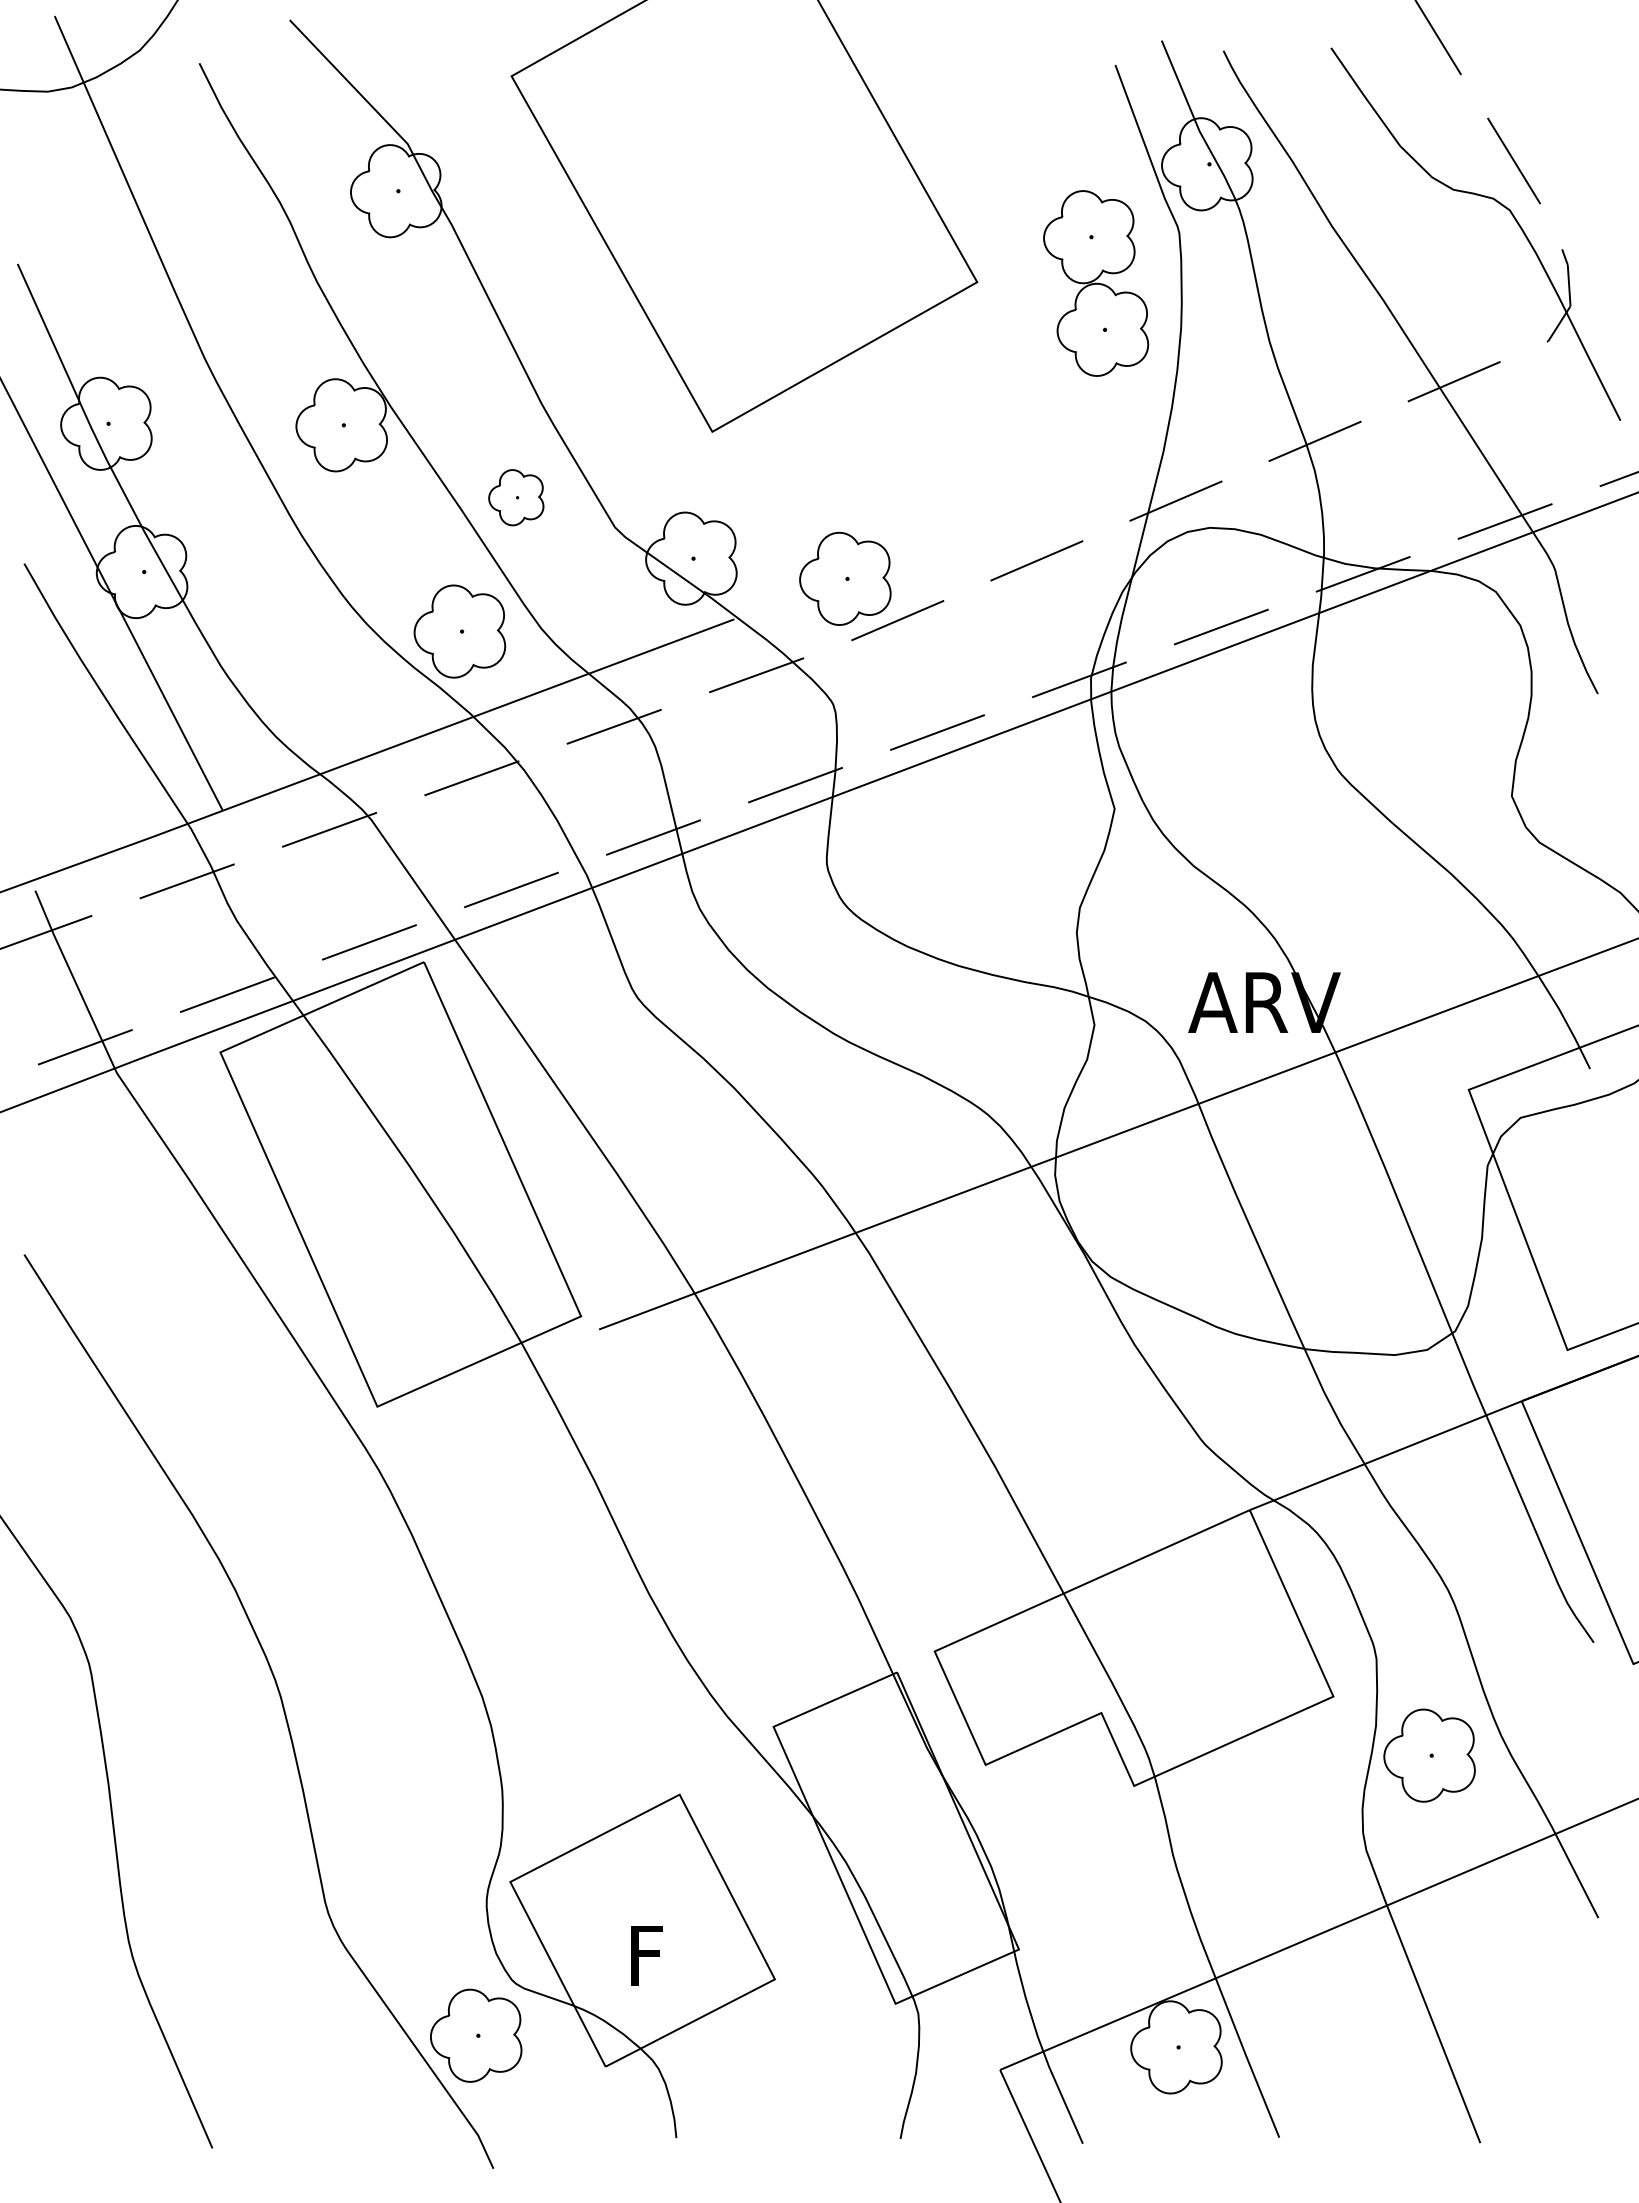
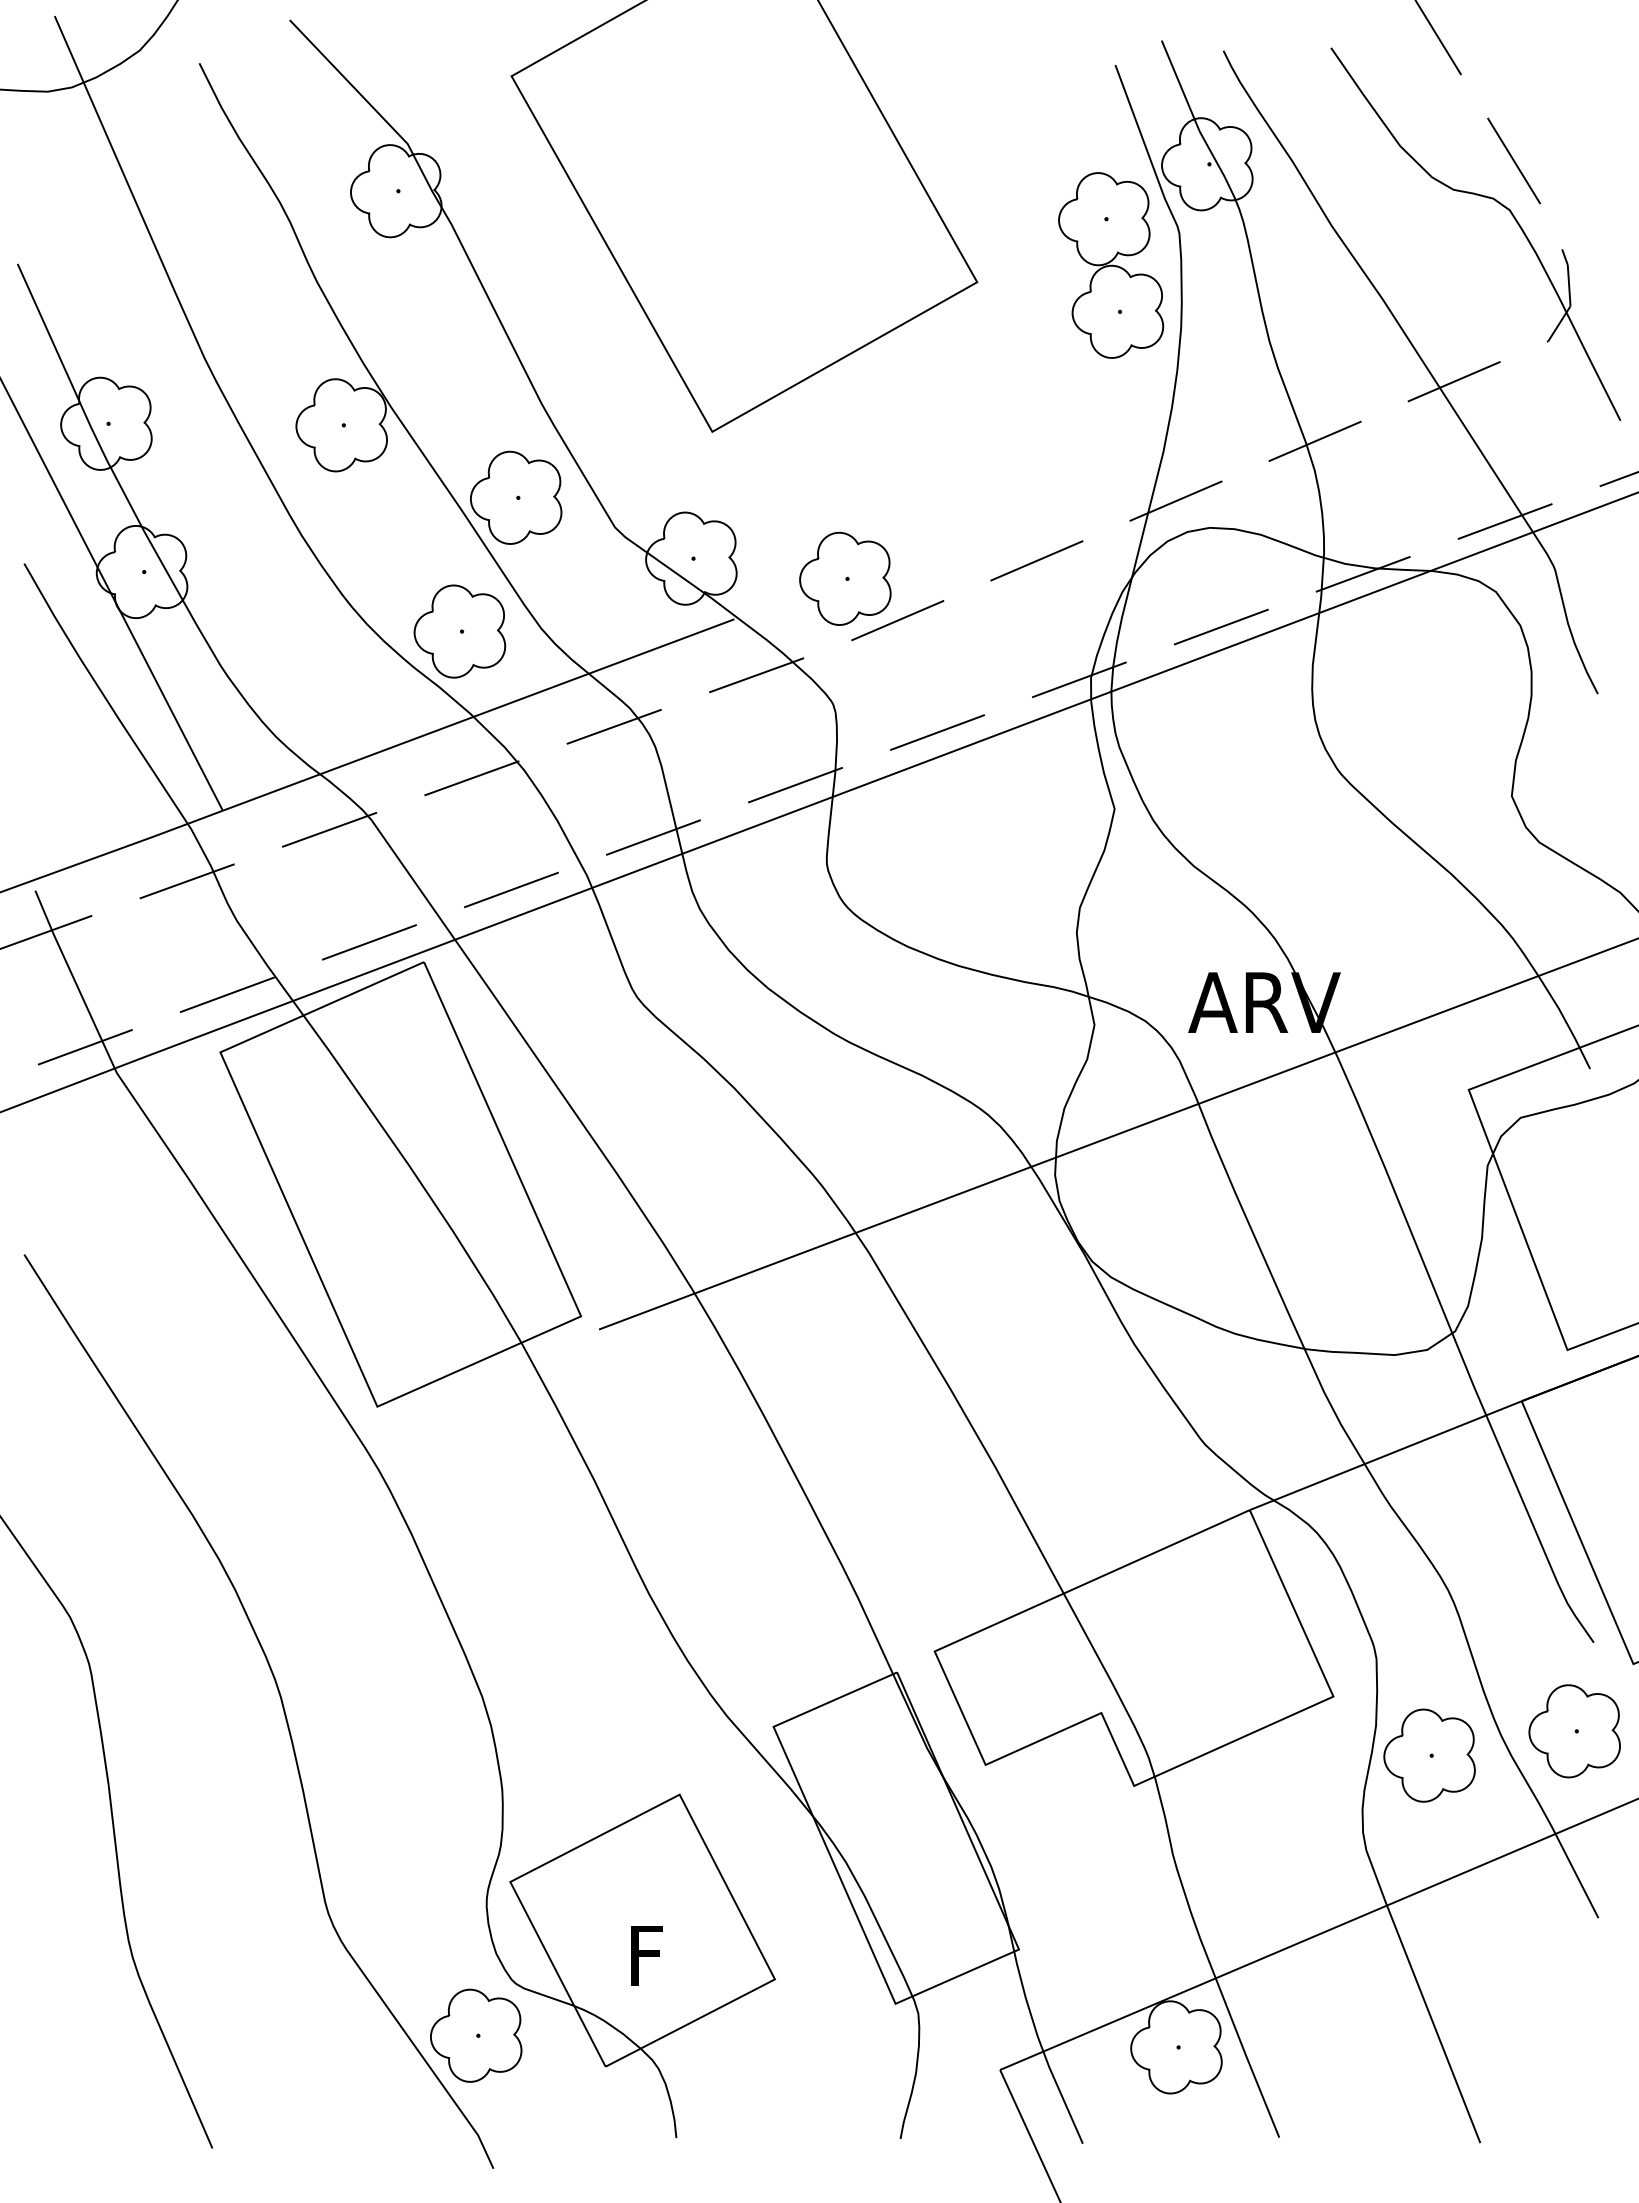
part at (1096, 283) position: (1096, 283) -> (1111, 265)
part at (516, 497) size: 57x58 px -> 93x95 px
part at (1574, 1731): none -> present
